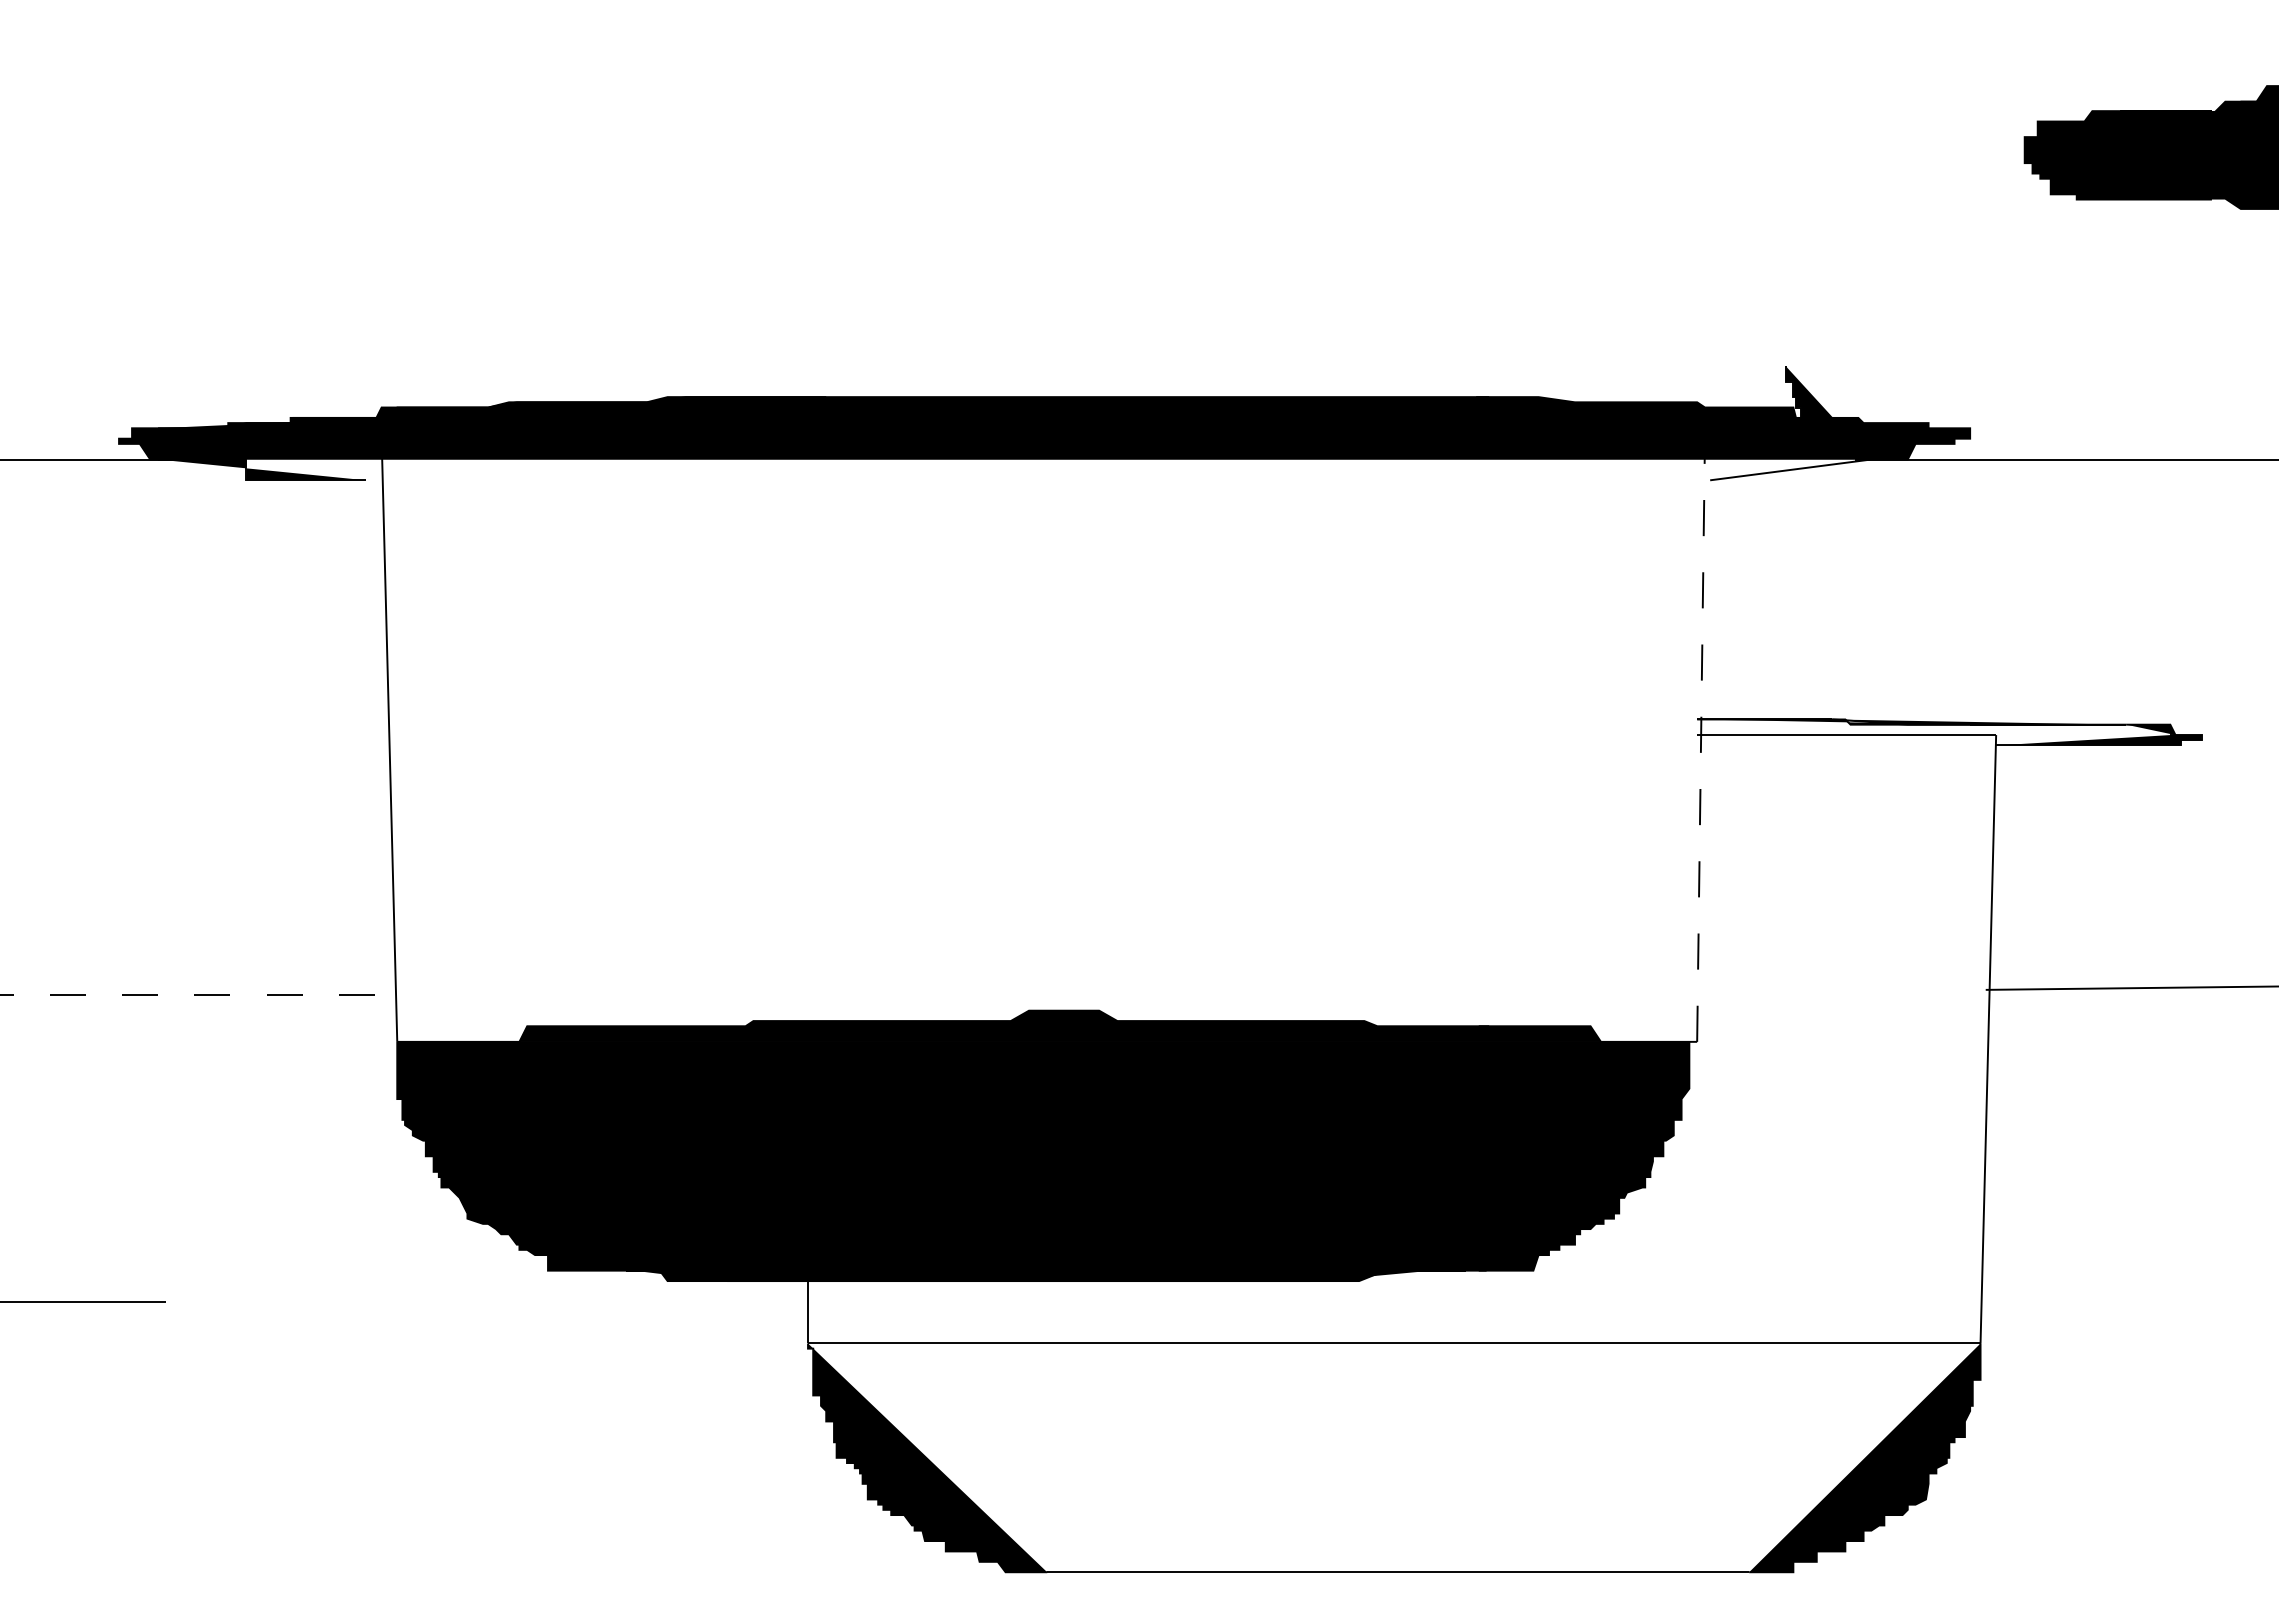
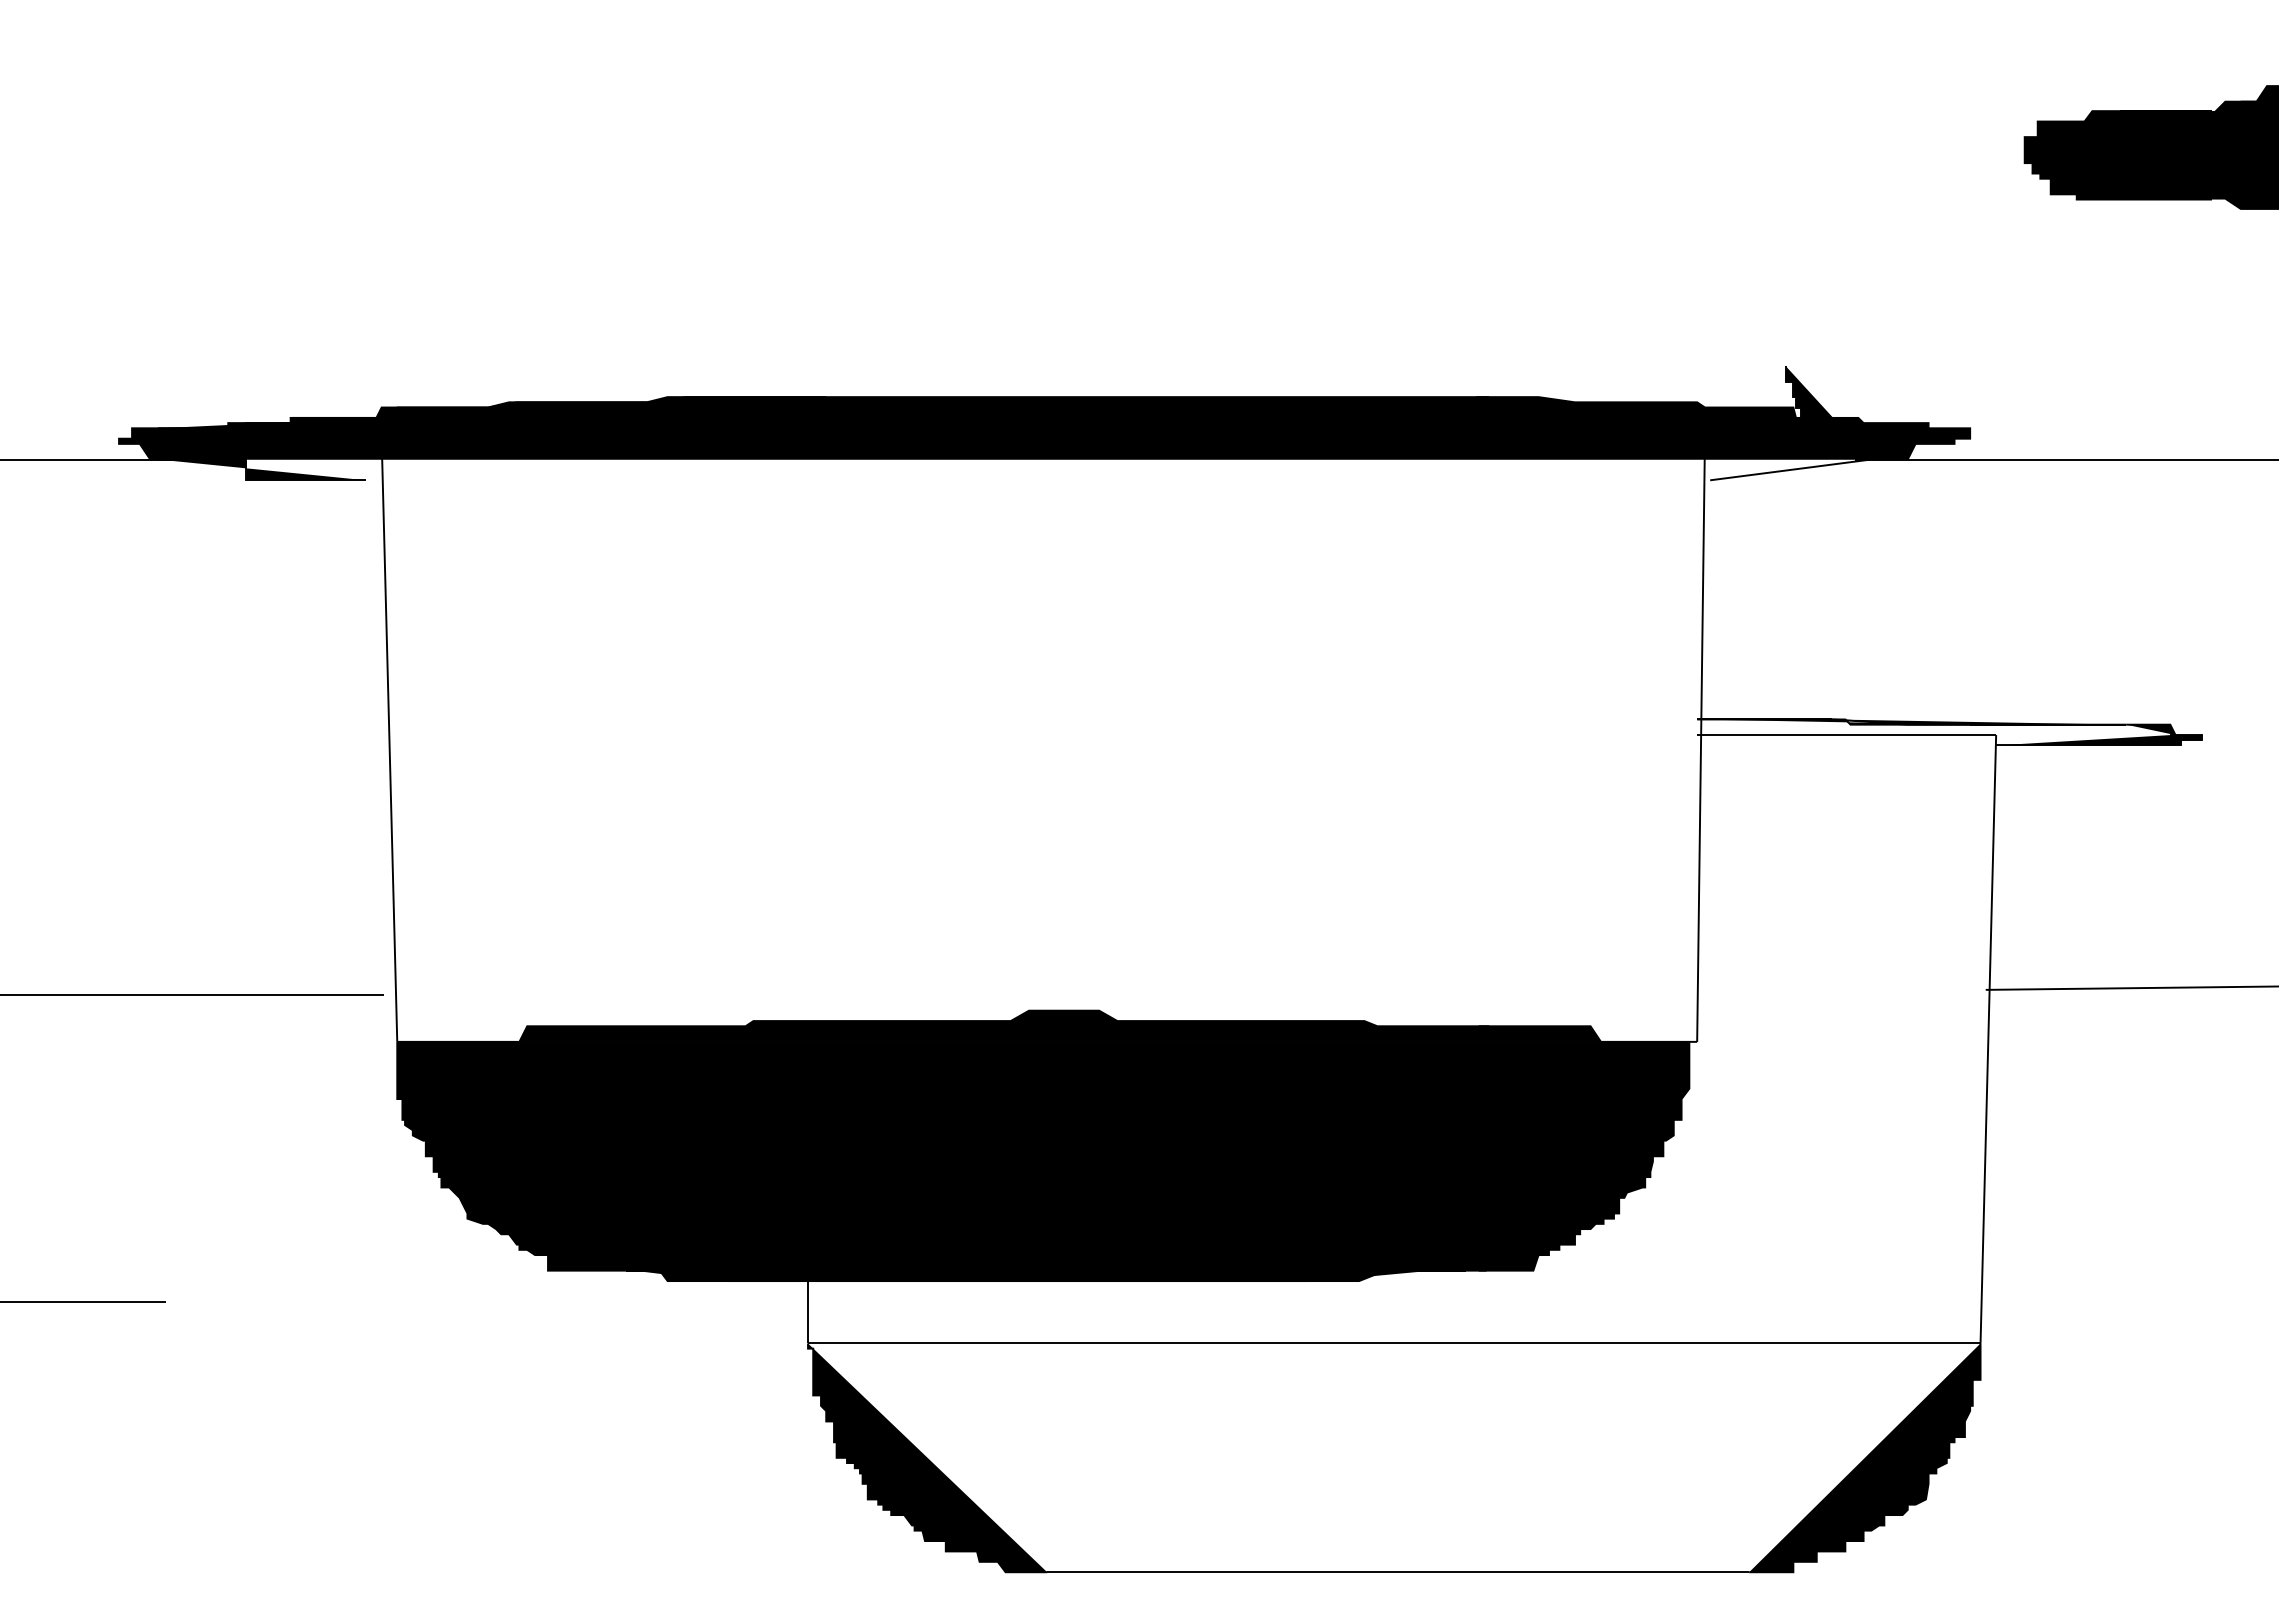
line at (1701, 740): dashed -> solid
line at (192, 995): dashed -> solid
